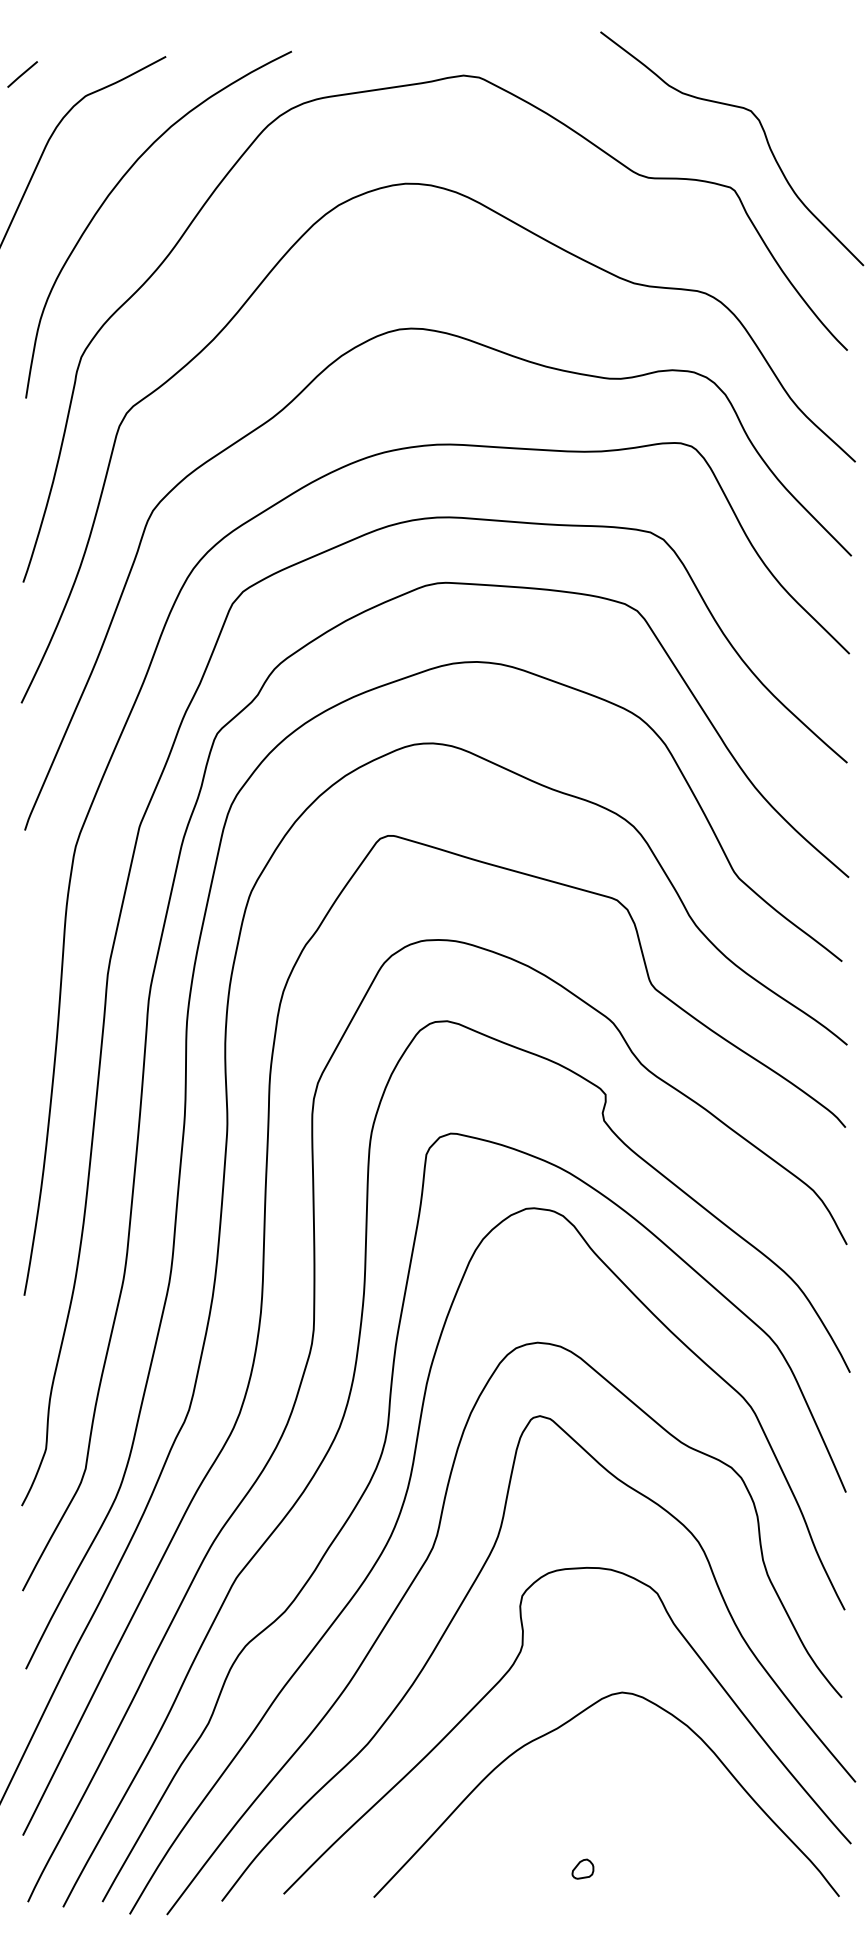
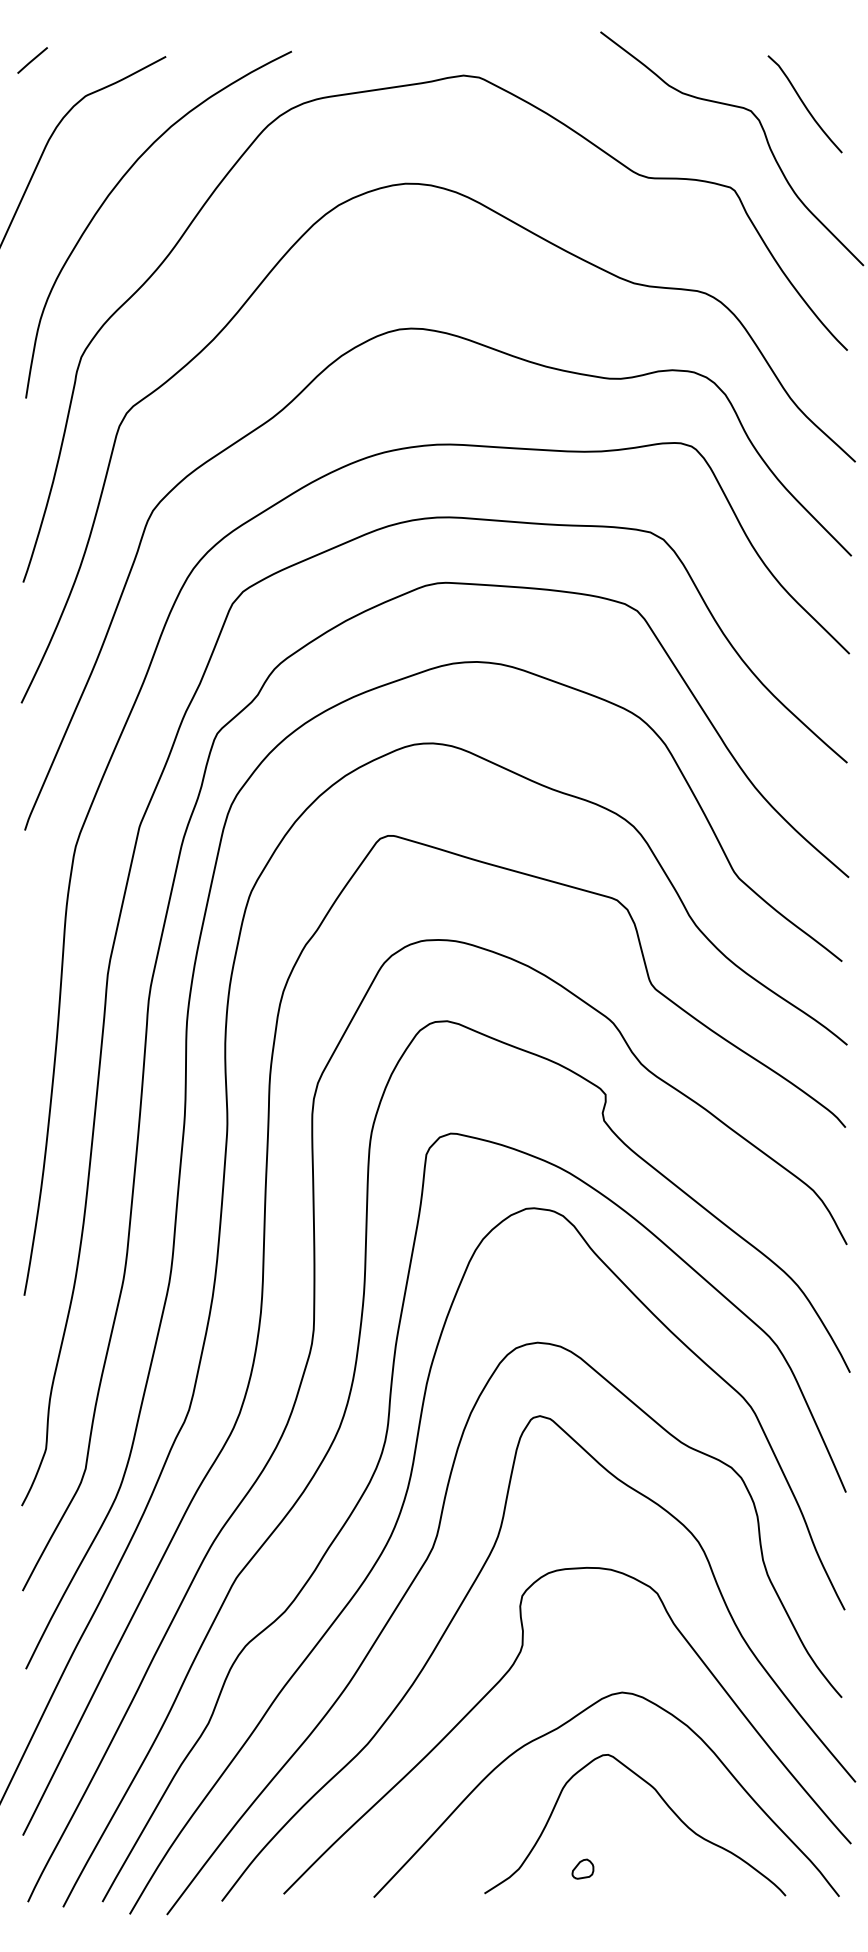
line at (22, 74) position: (22, 74) -> (32, 60)
curve at (804, 104): none -> present
curve at (665, 1804): none -> present
